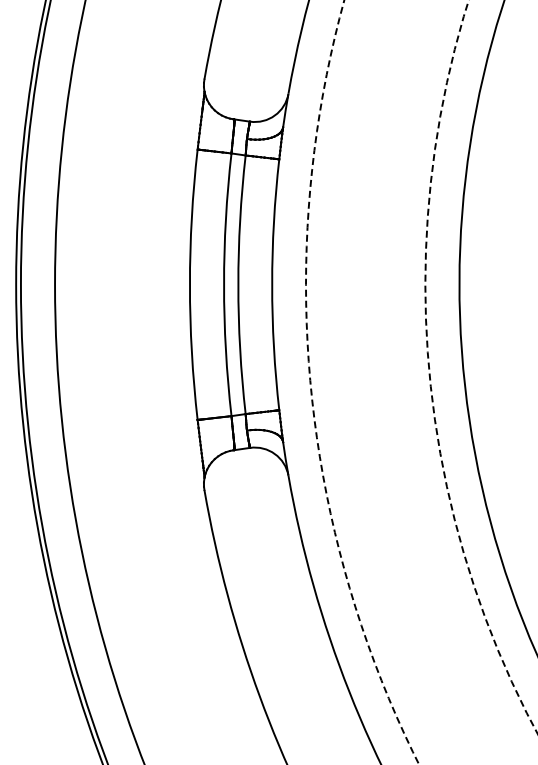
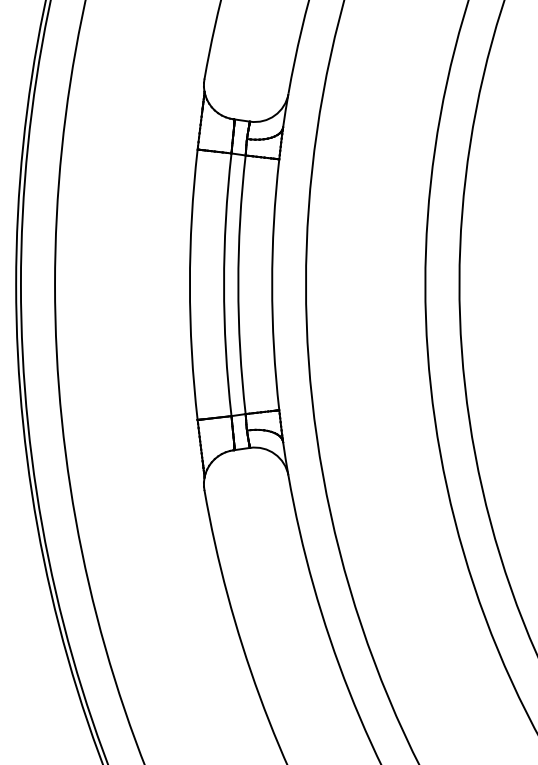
arc at (429, 377): dashed -> solid
arc at (311, 388): dashed -> solid
